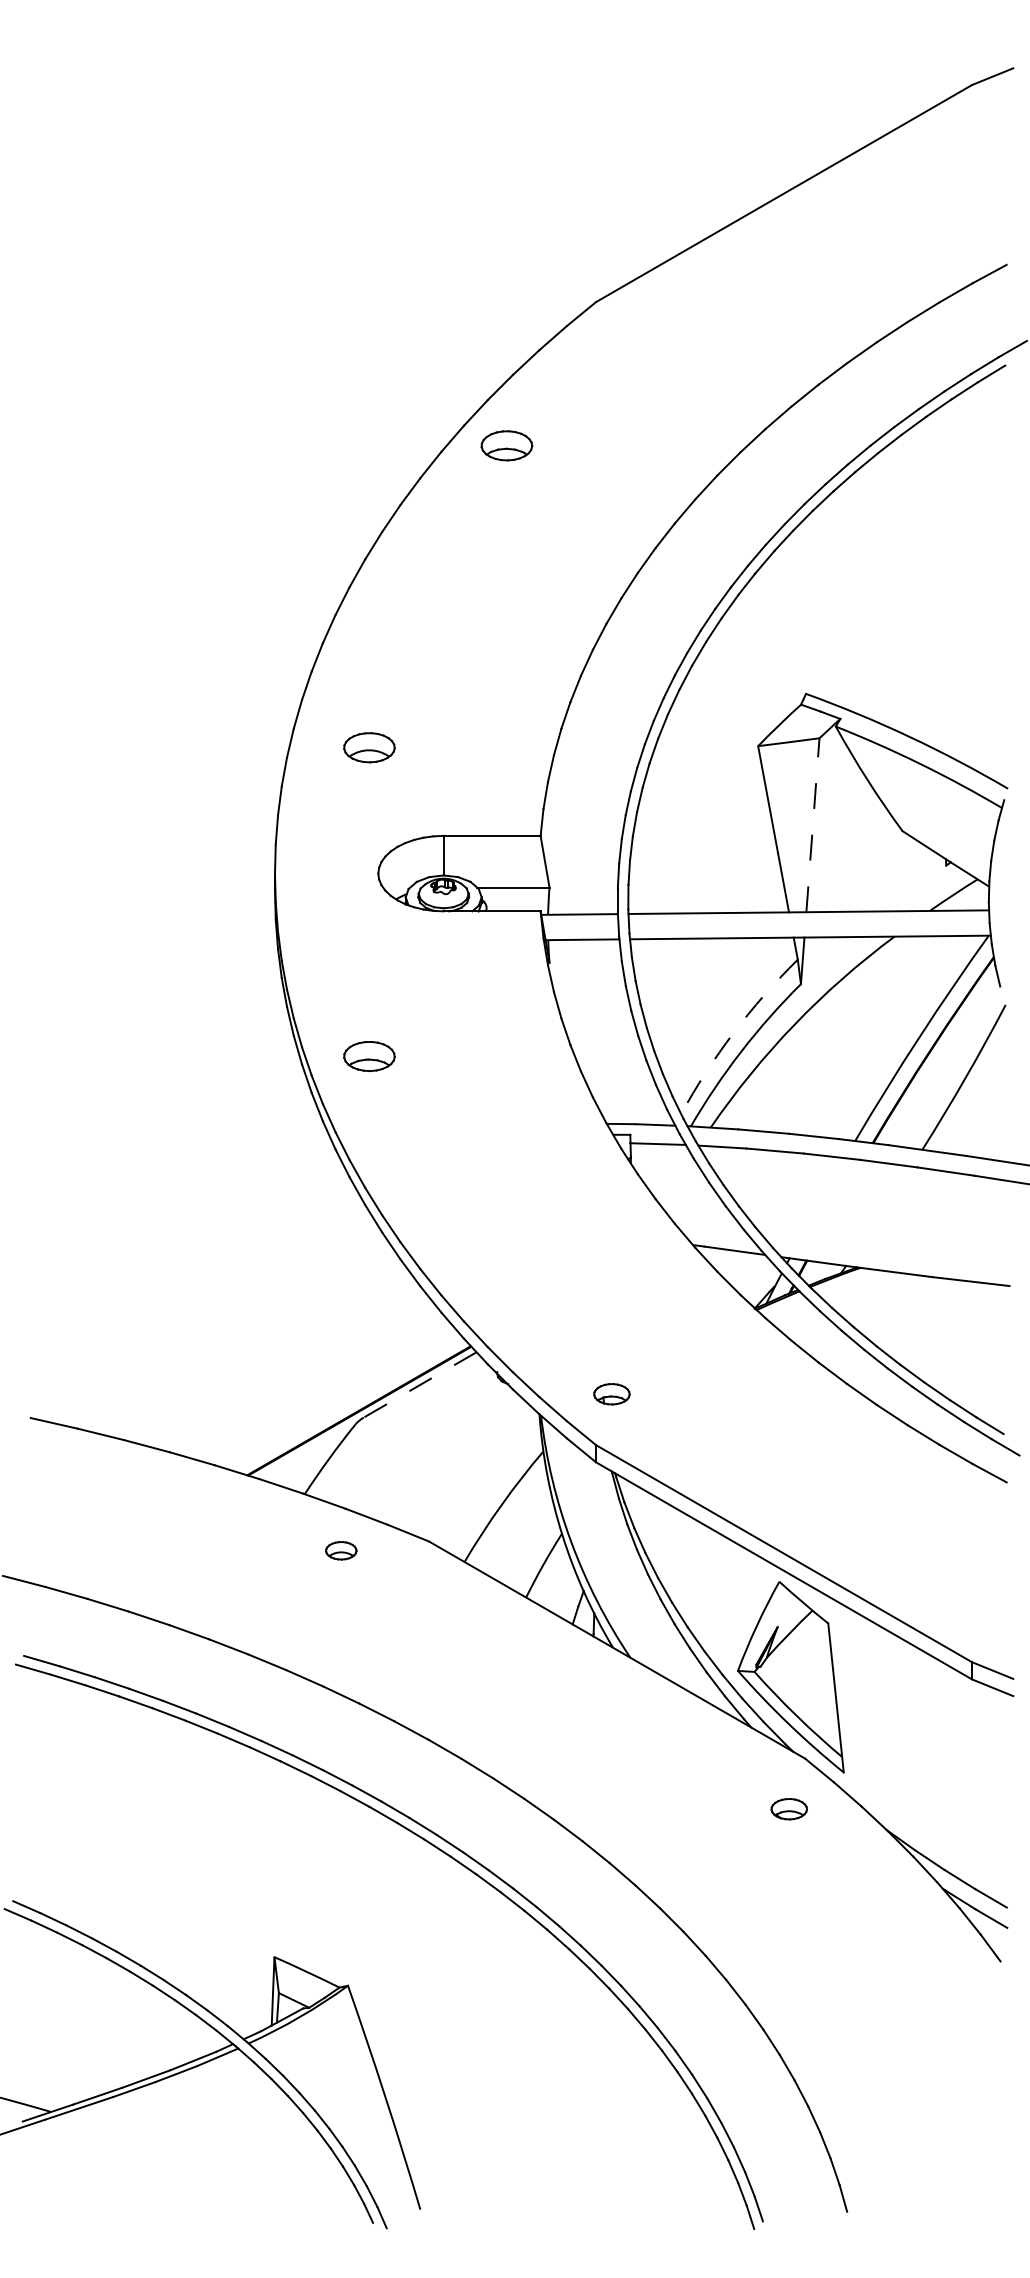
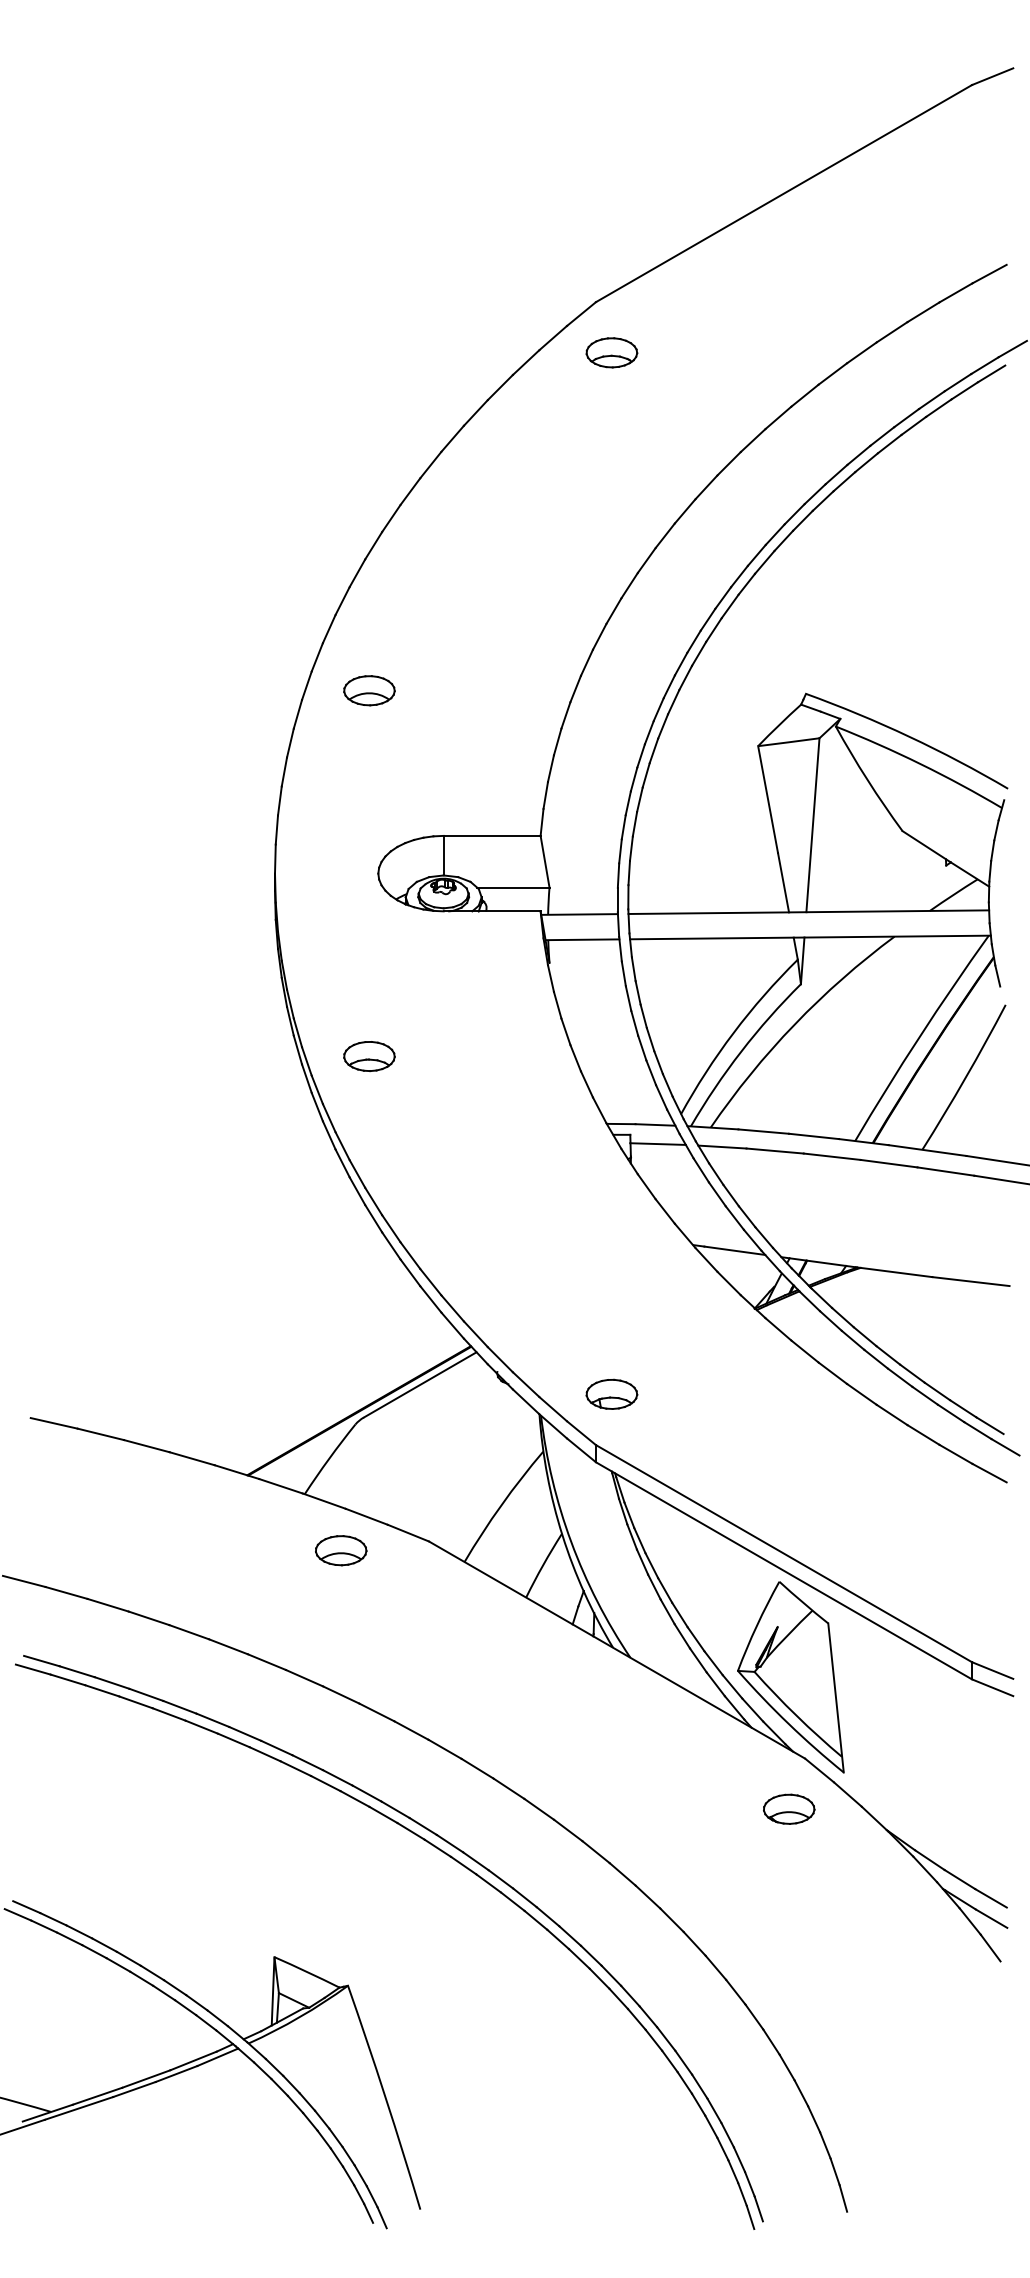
part at (506, 445) position: (506, 445) -> (611, 352)
part at (369, 747) position: (369, 747) -> (369, 690)
line at (812, 824): dashed -> solid
arc at (733, 1032): dashed -> solid
line at (419, 1385): dashed -> solid
part at (611, 1394) size: 38x23 px -> 54x32 px
part at (341, 1550) size: 33x20 px -> 53x32 px
part at (788, 1809) size: 38x23 px -> 53x32 px
